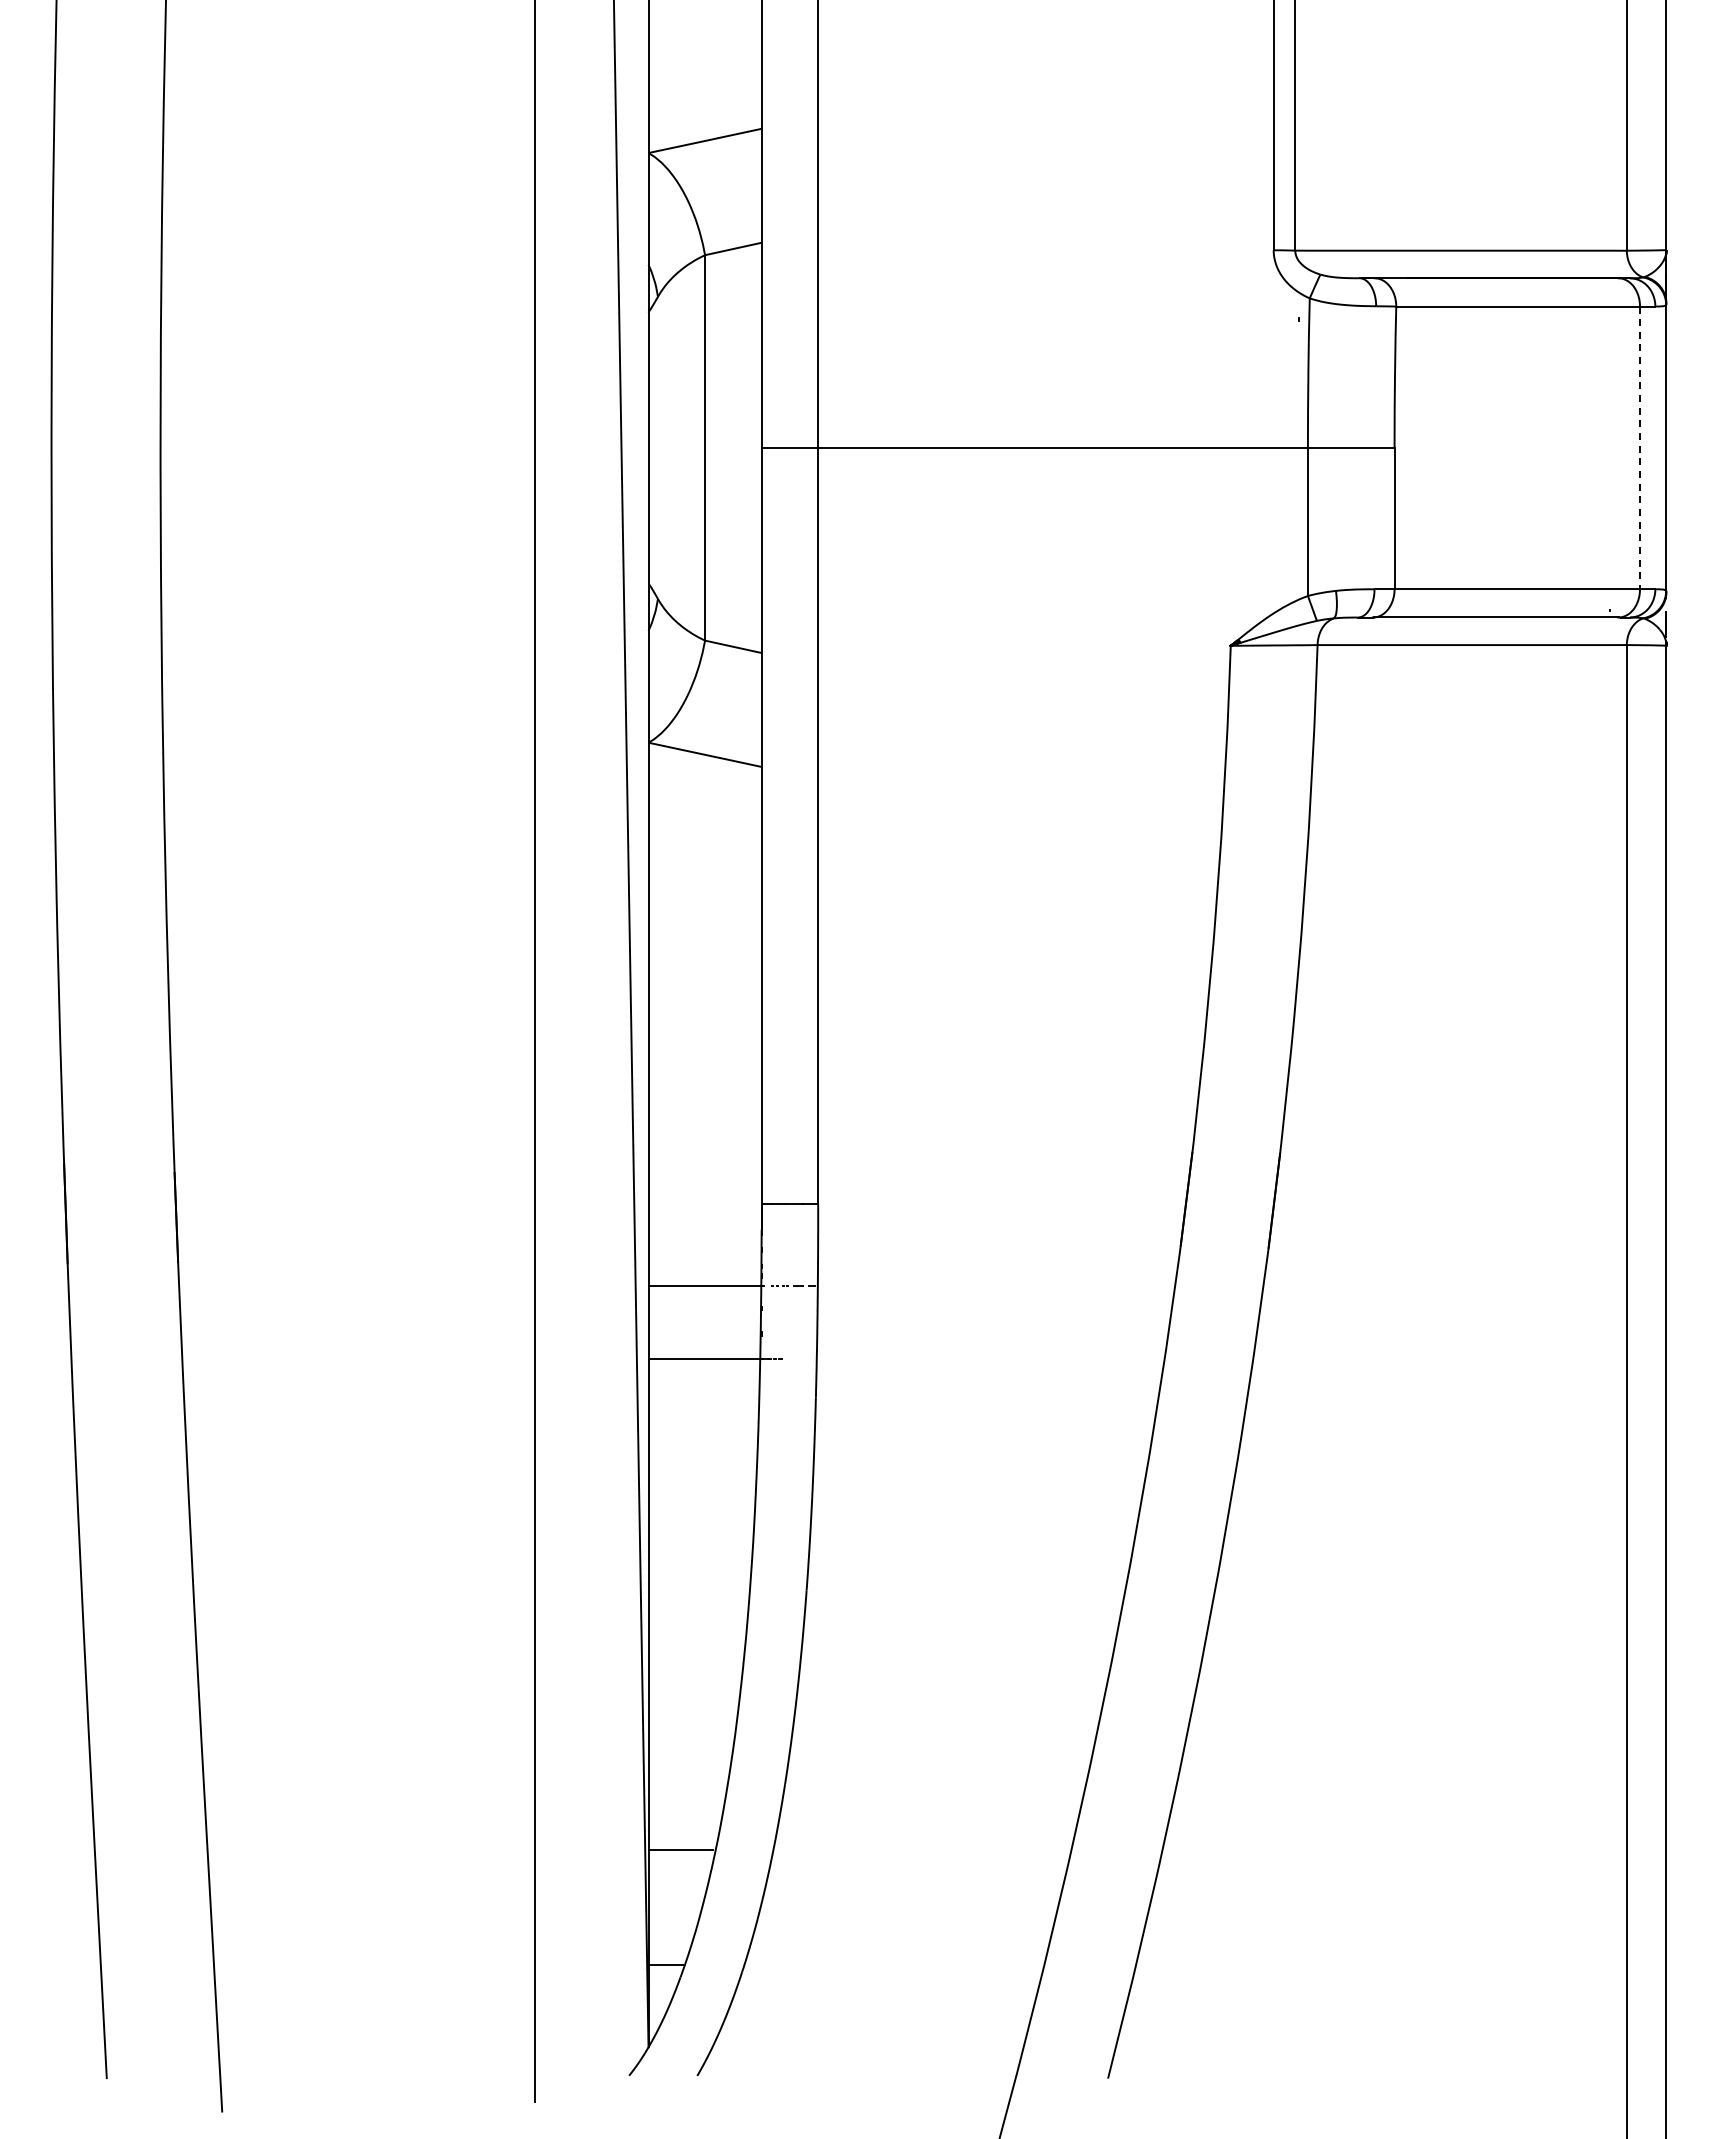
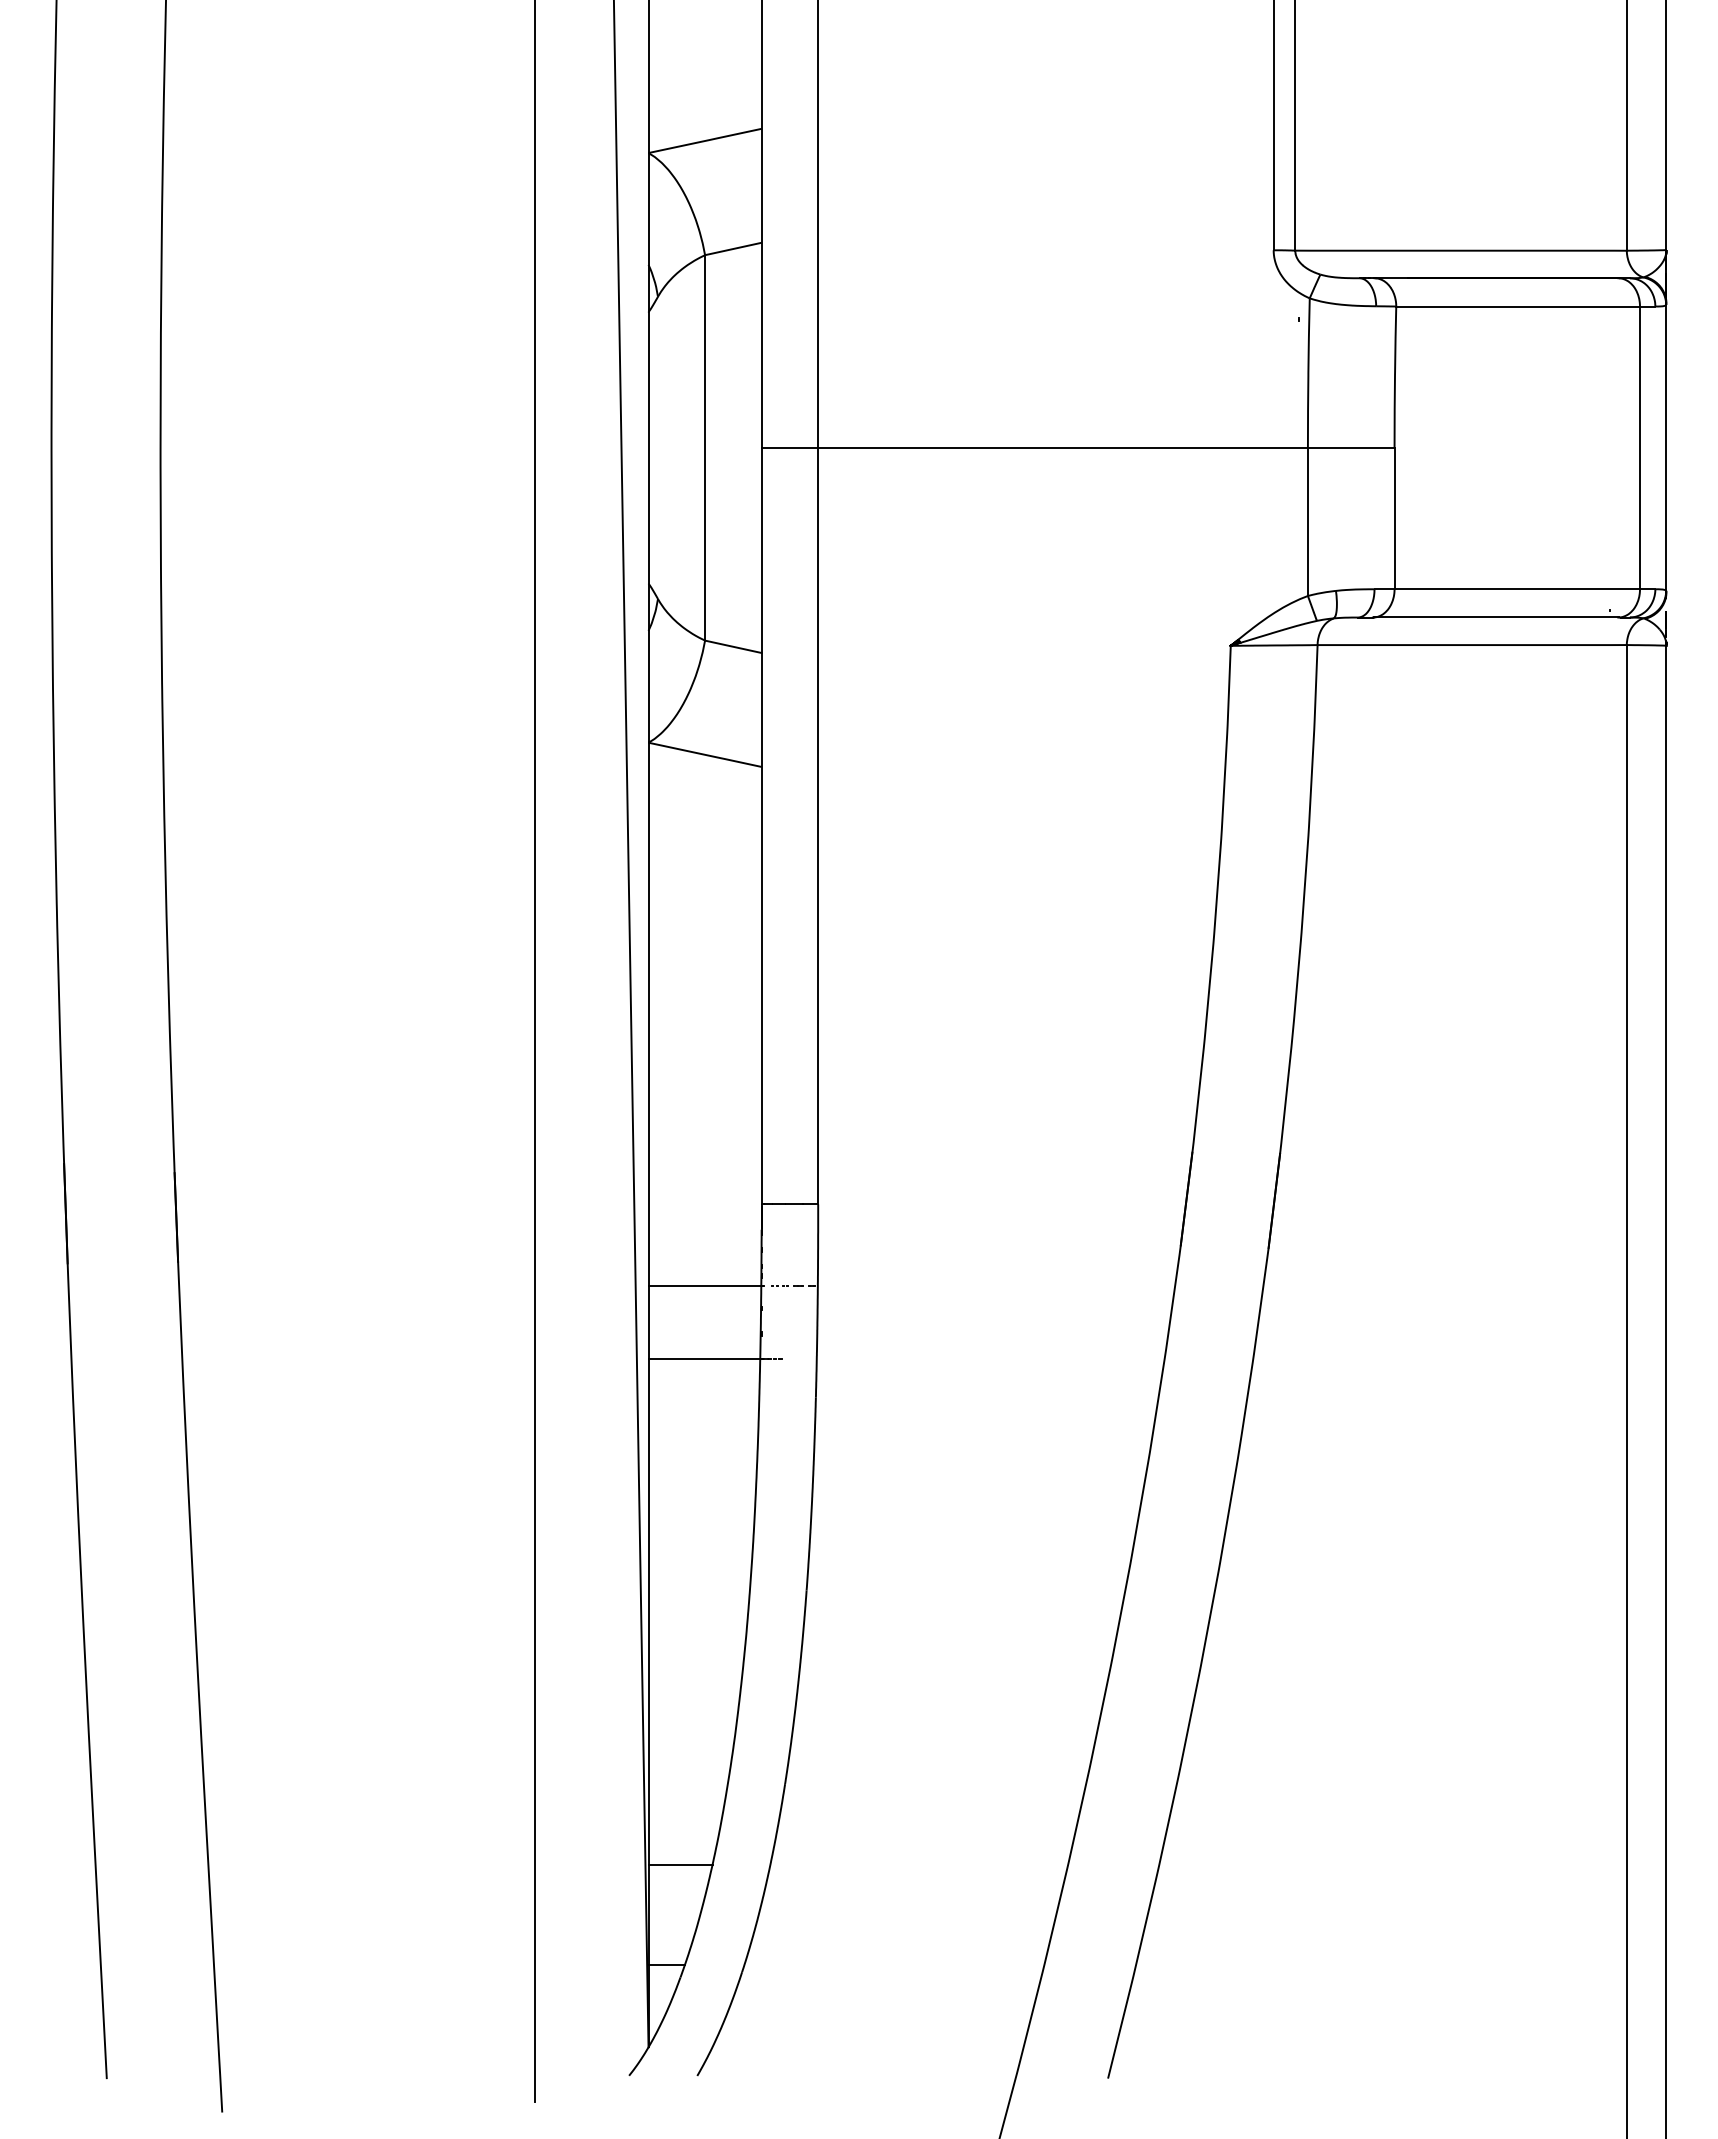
line at (1639, 448): dashed -> solid
line at (680, 1849) position: (680, 1849) -> (680, 1864)
